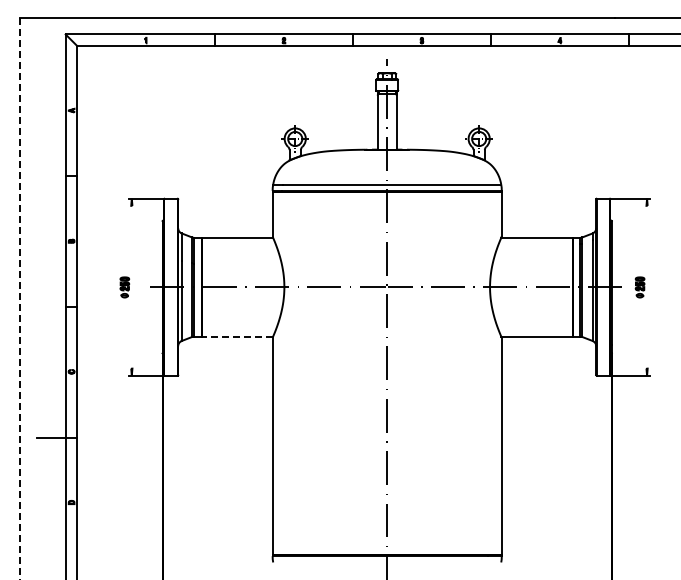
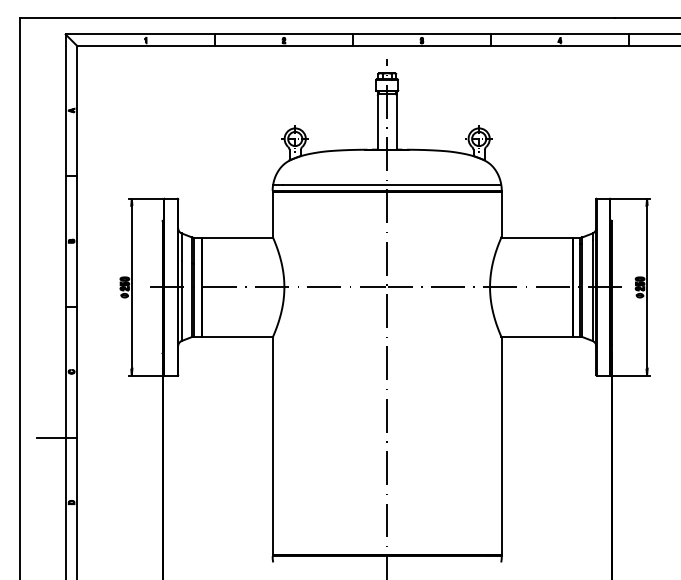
line at (131, 286): none -> present
line at (647, 286): none -> present
line at (20, 298): dashed -> solid
line at (237, 336): dashed -> solid
